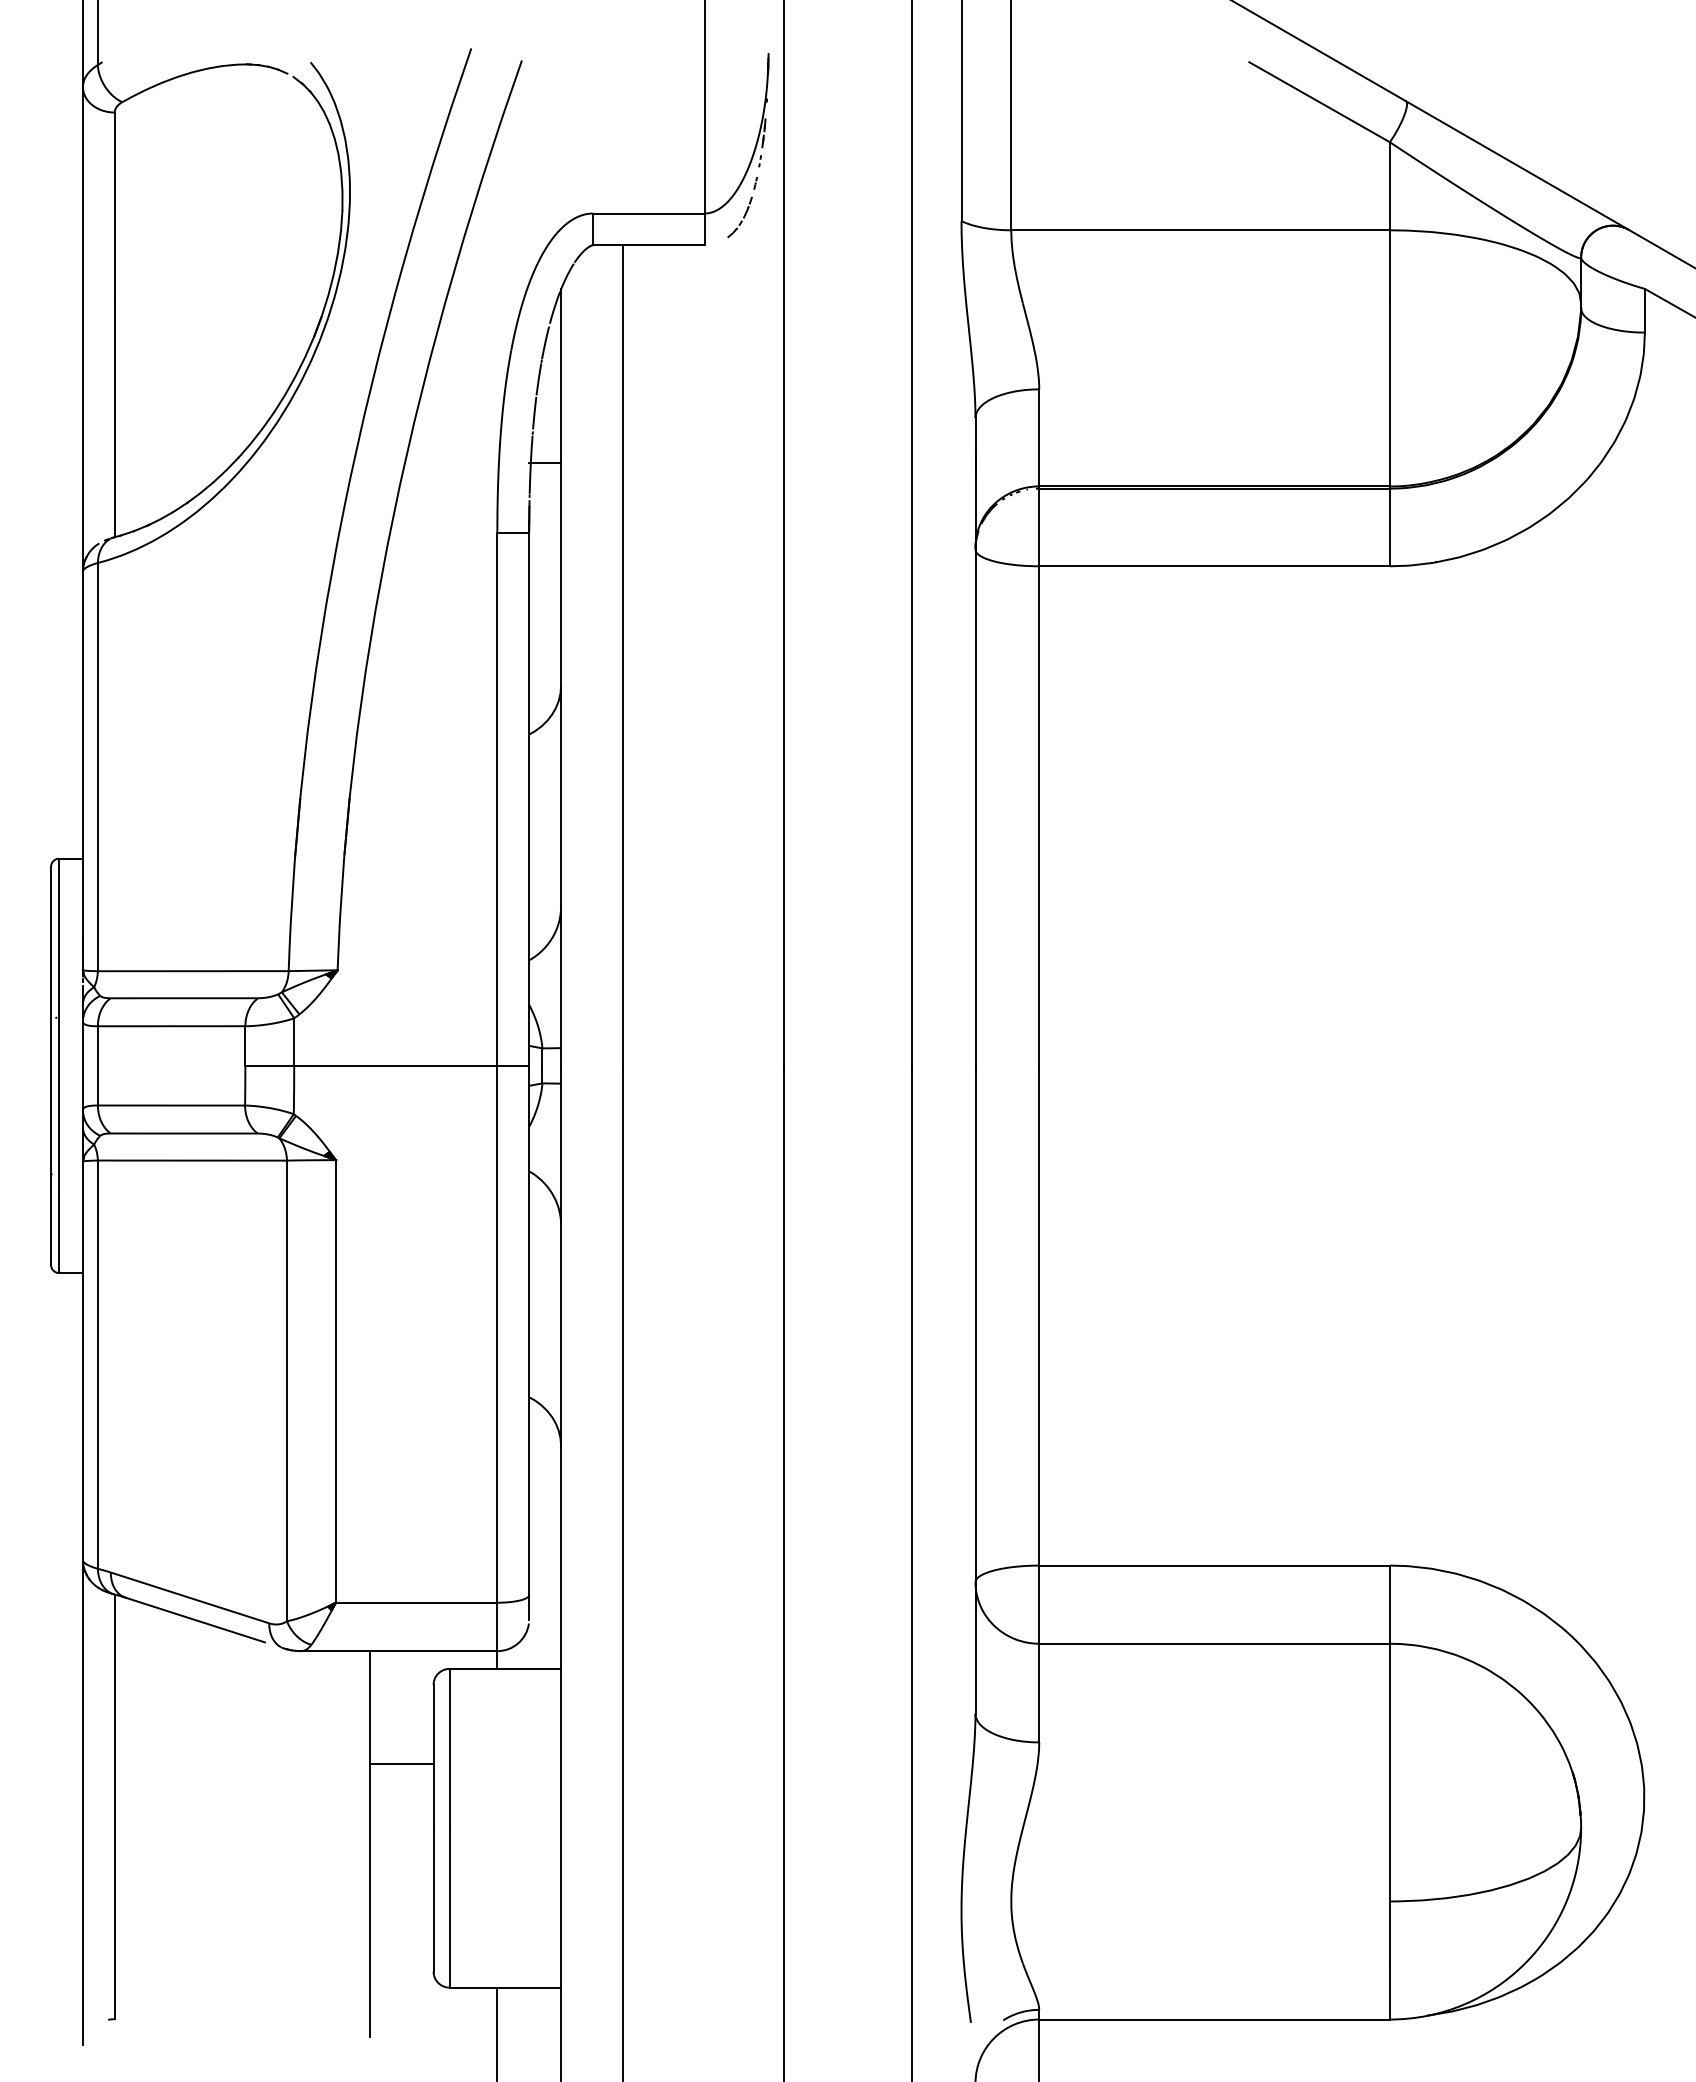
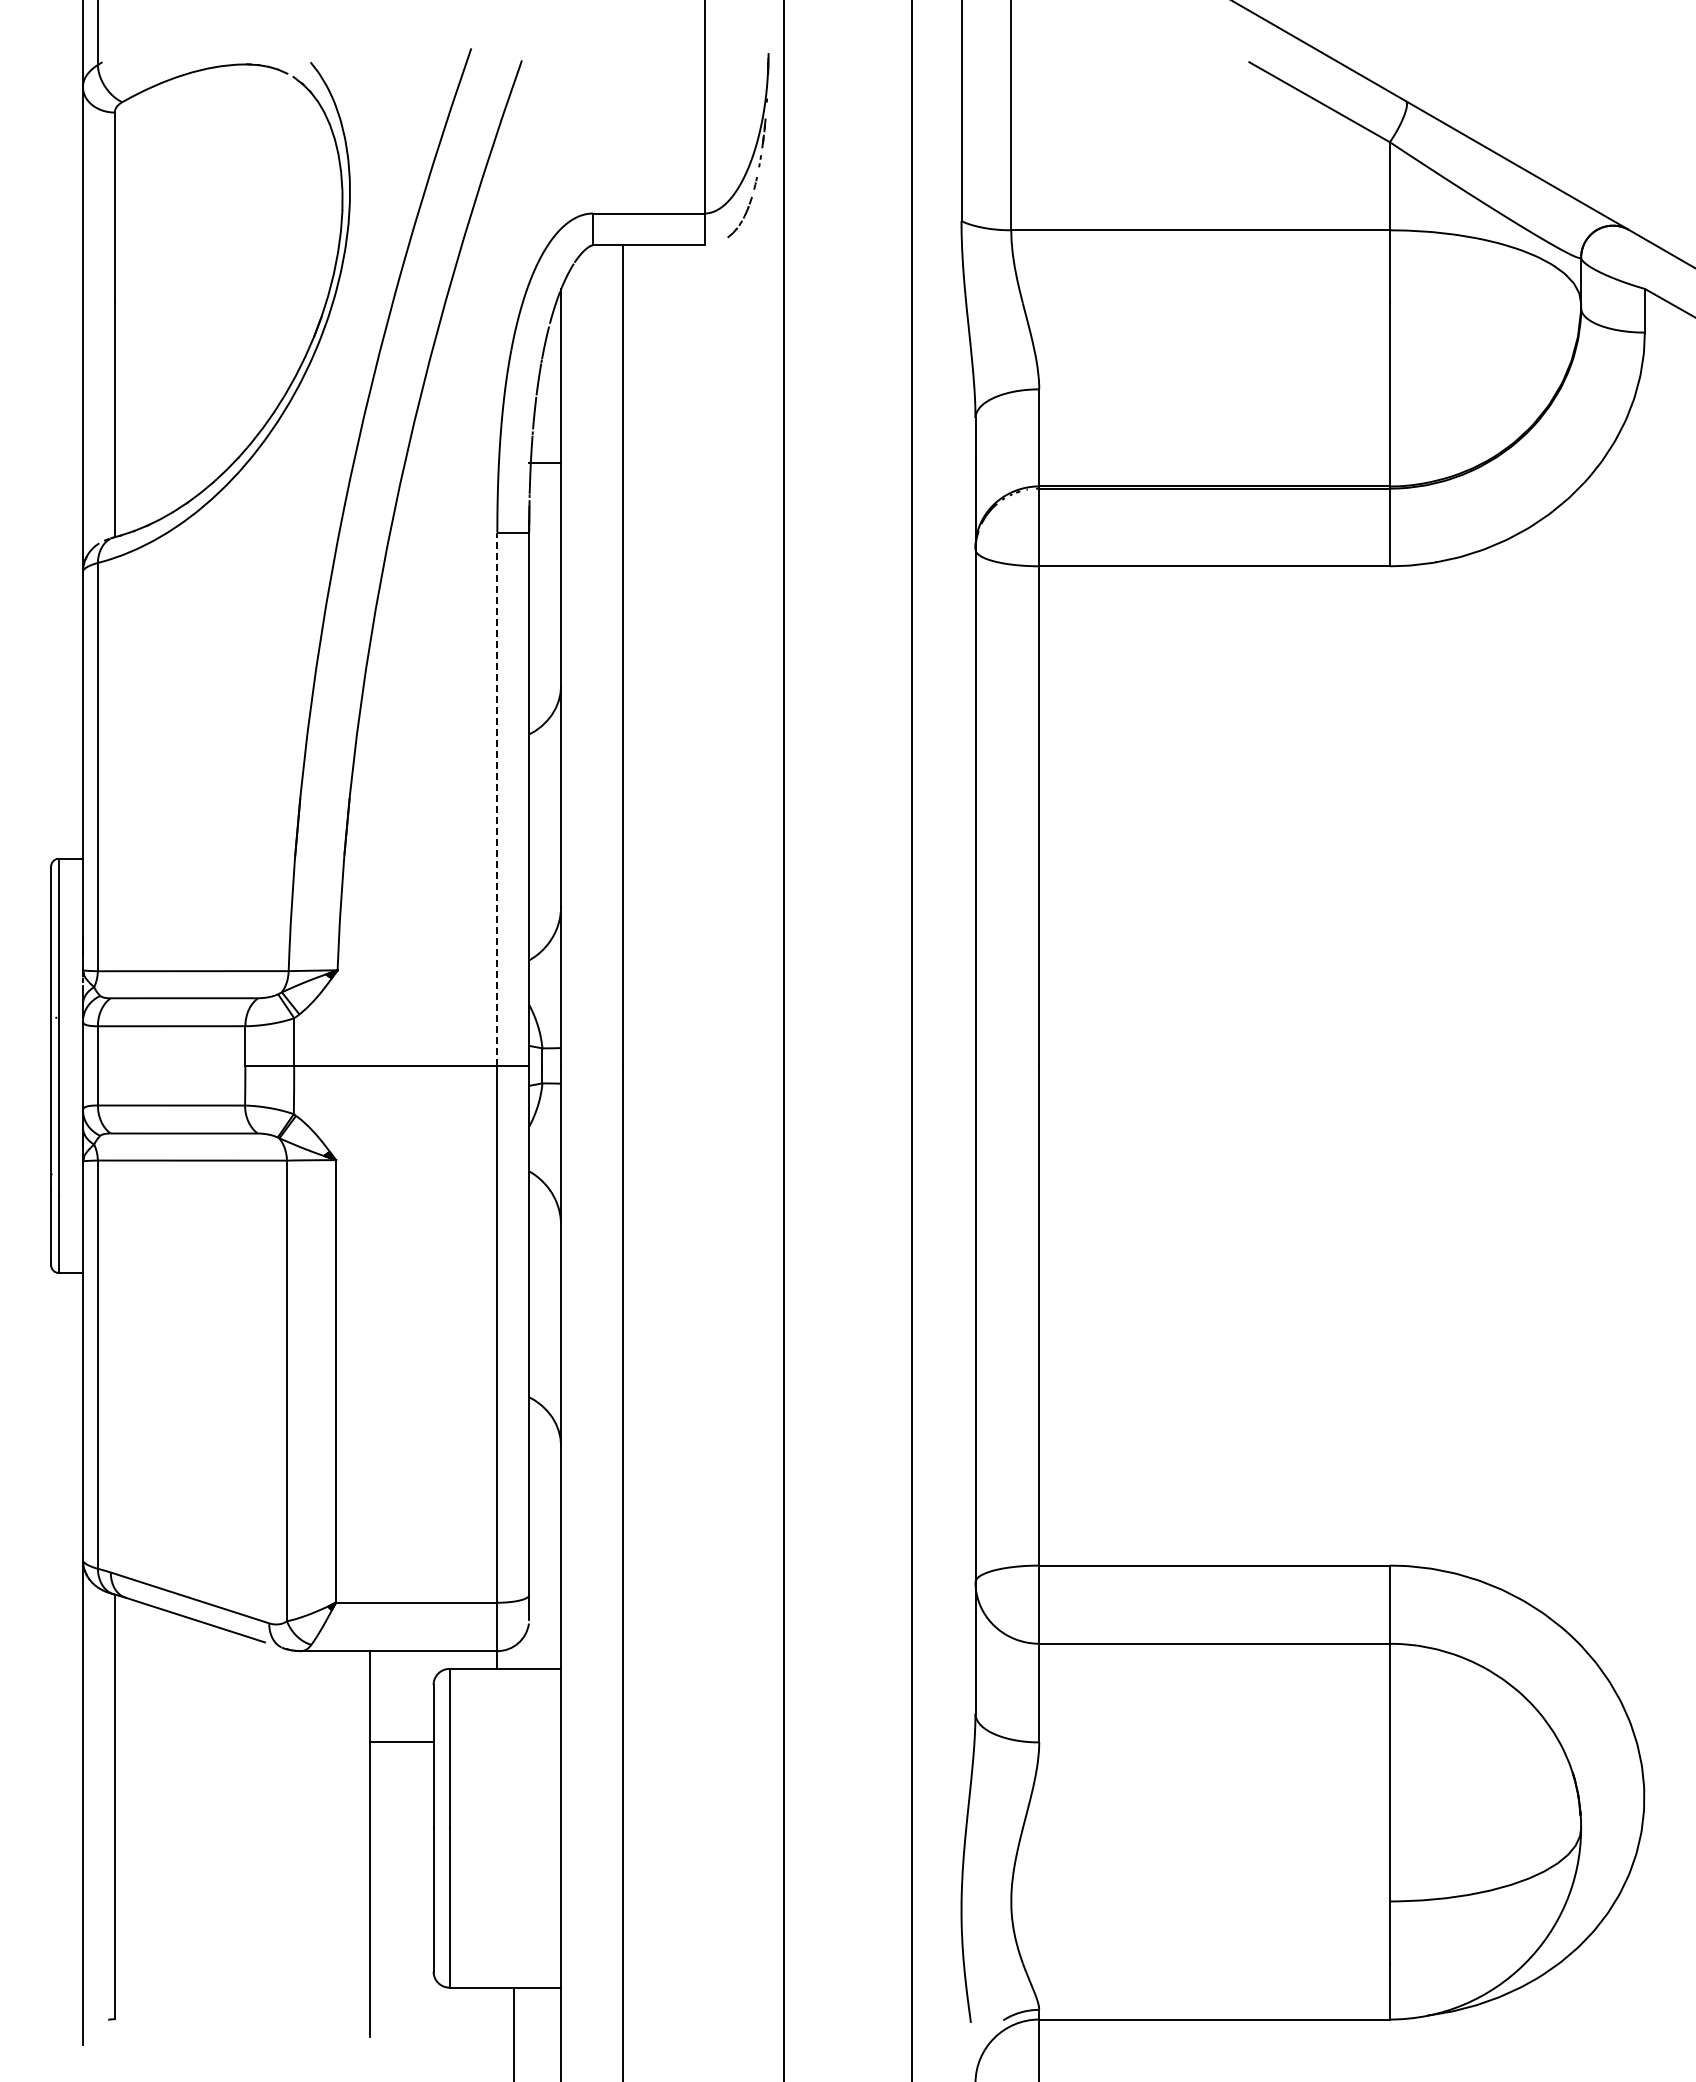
line at (497, 799): solid -> dashed
line at (401, 1764) position: (401, 1764) -> (401, 1742)
line at (497, 2032) position: (497, 2032) -> (514, 2032)
